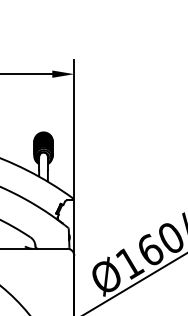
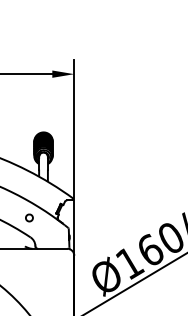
part at (29, 217): none -> present
